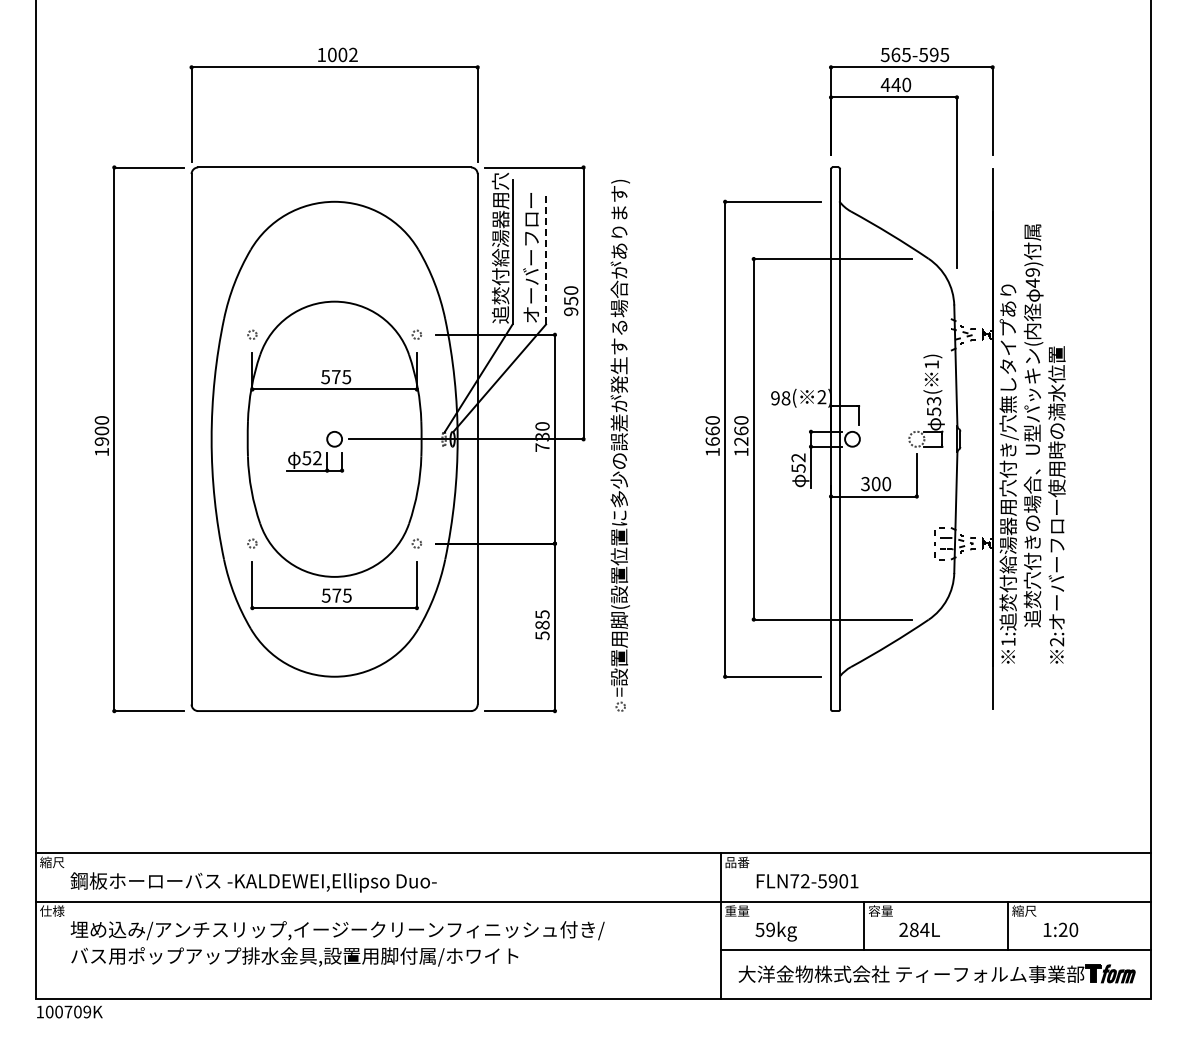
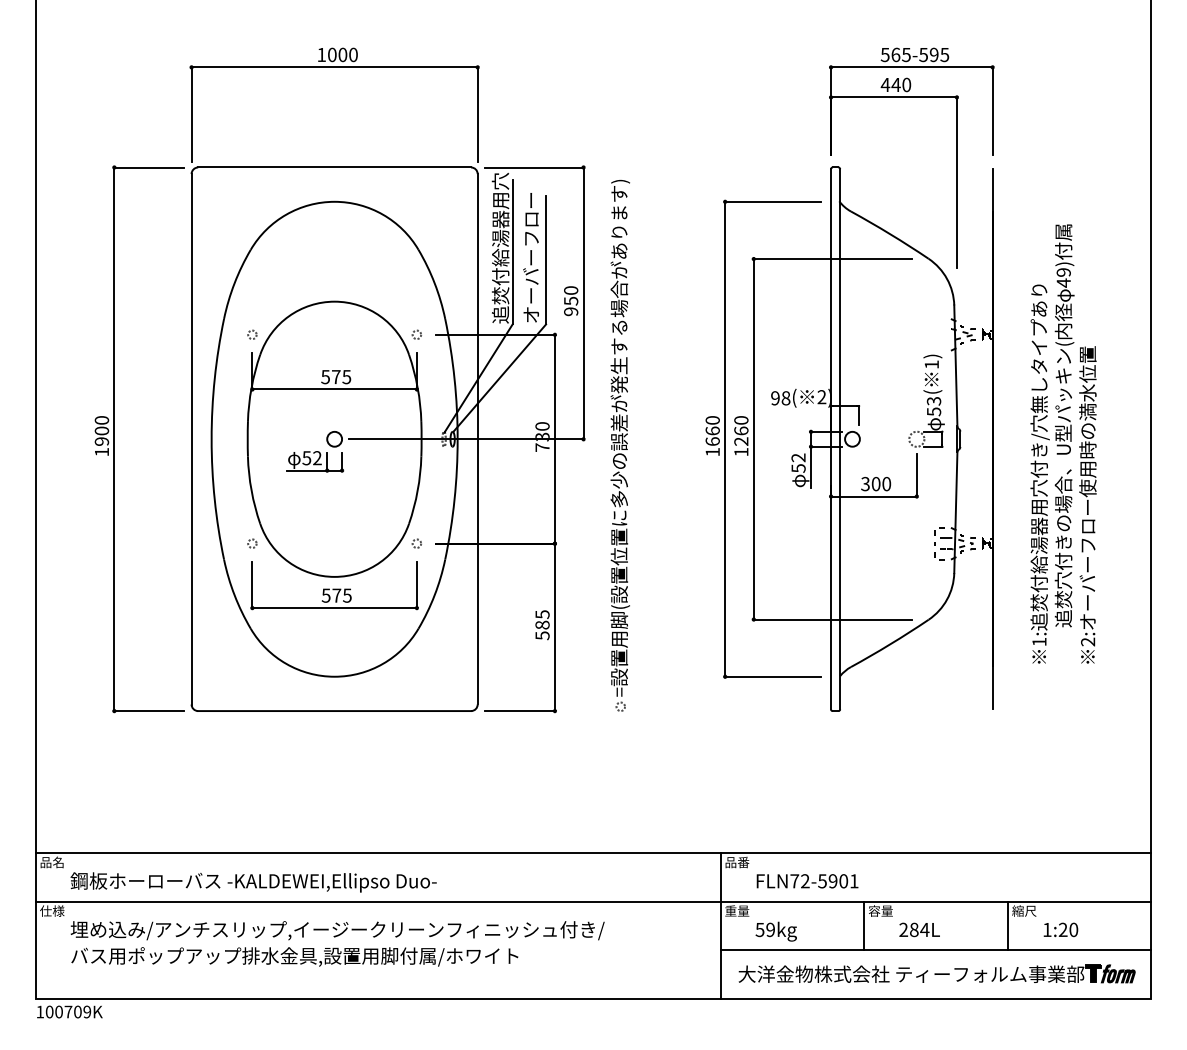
text at (353, 54): 1002 -> 1000
line at (546, 259): dashed -> solid
text at (1032, 443) position: (1032, 443) -> (1063, 443)
text at (52, 862): 縮尺 -> 品名
